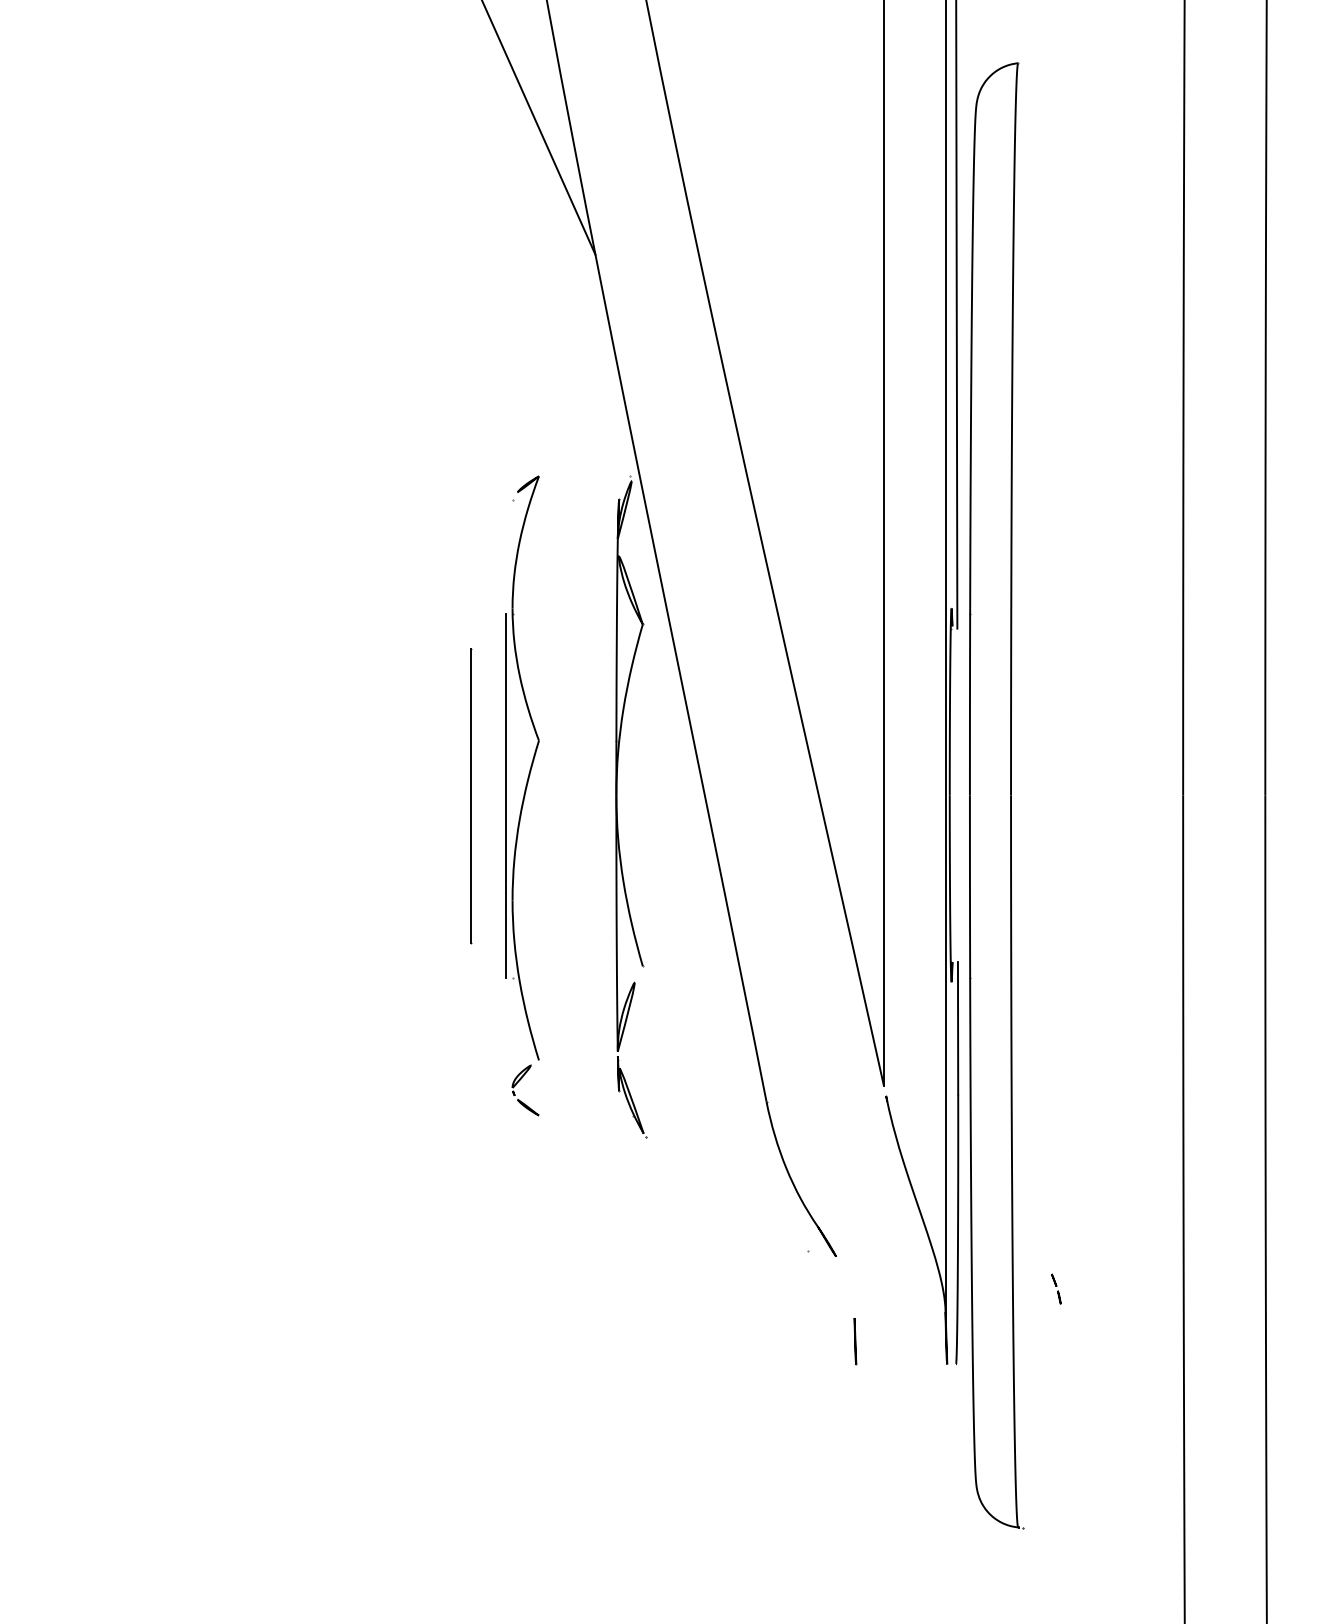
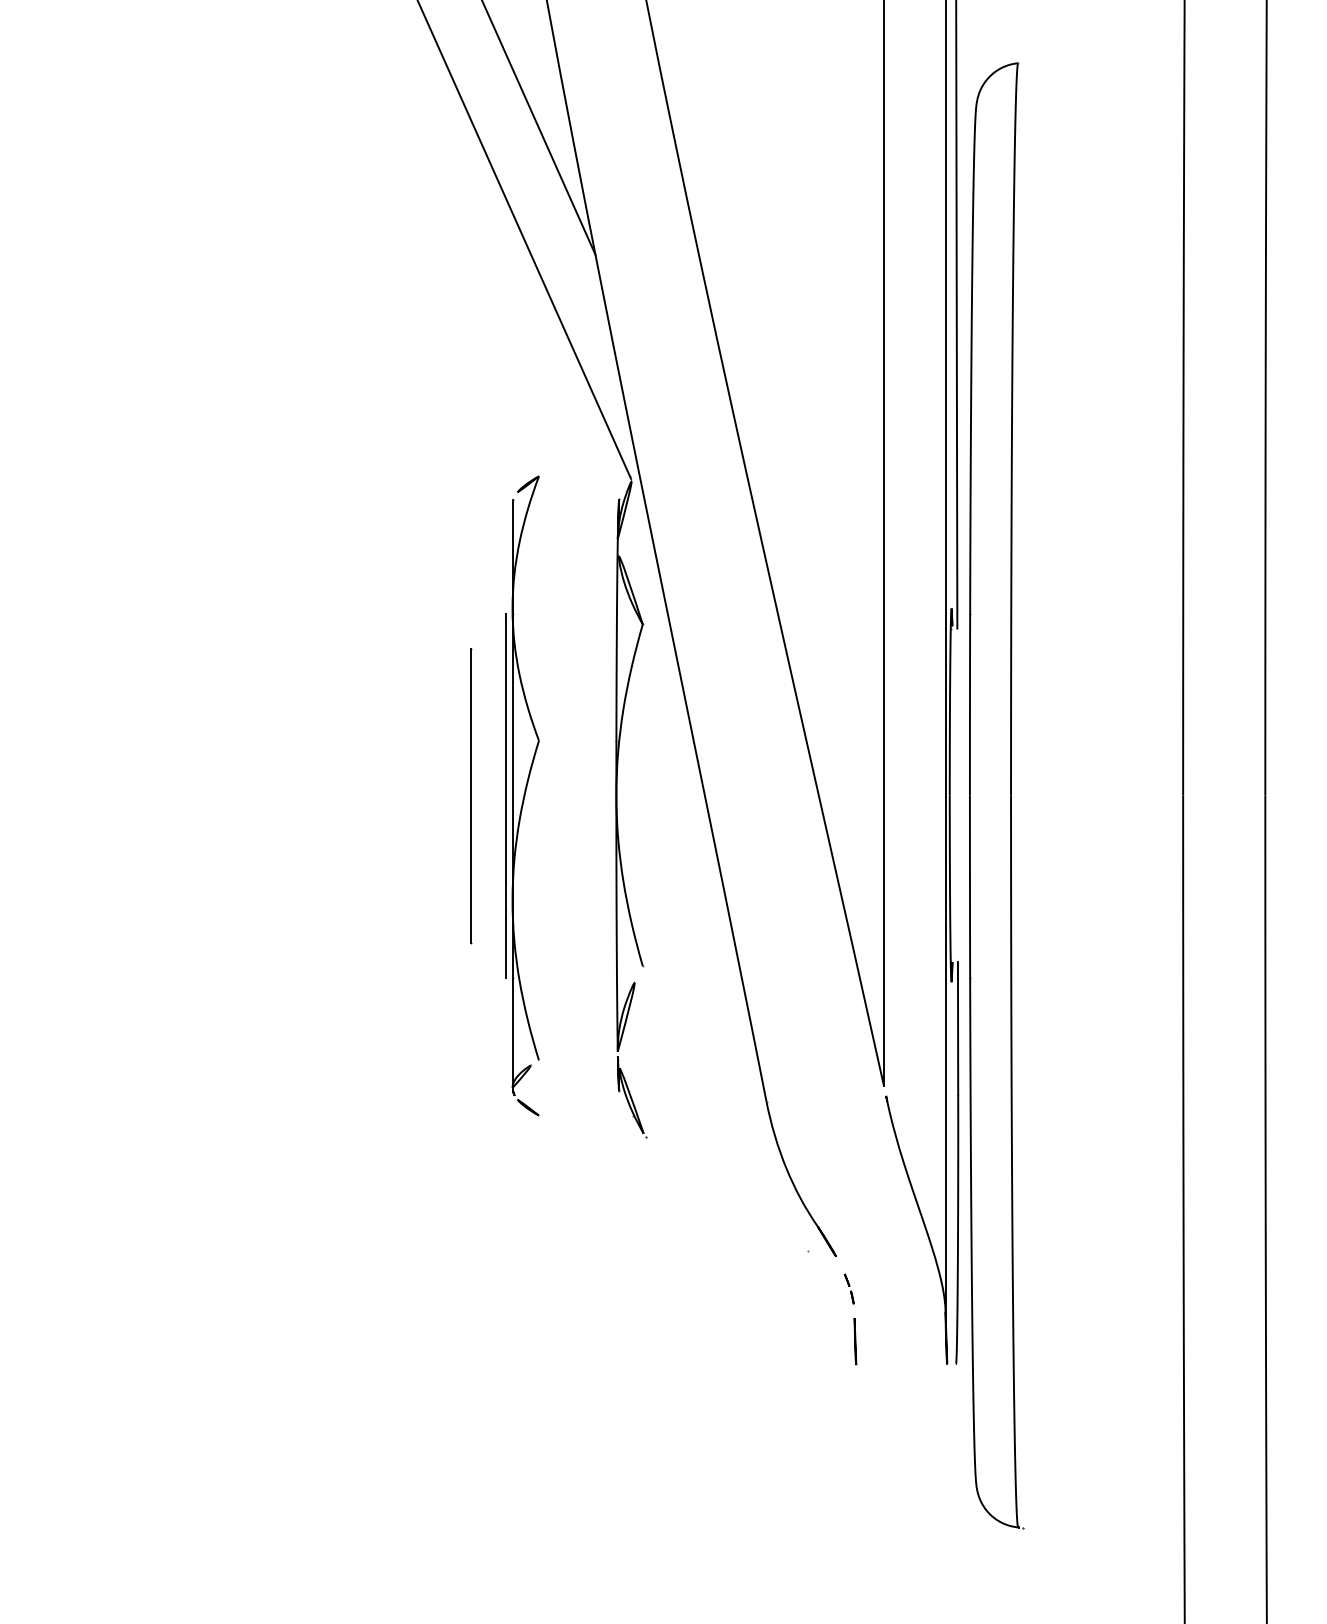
line at (524, 240): none -> present
line at (512, 795): none -> present
part at (1056, 1288) position: (1056, 1288) -> (849, 1288)
